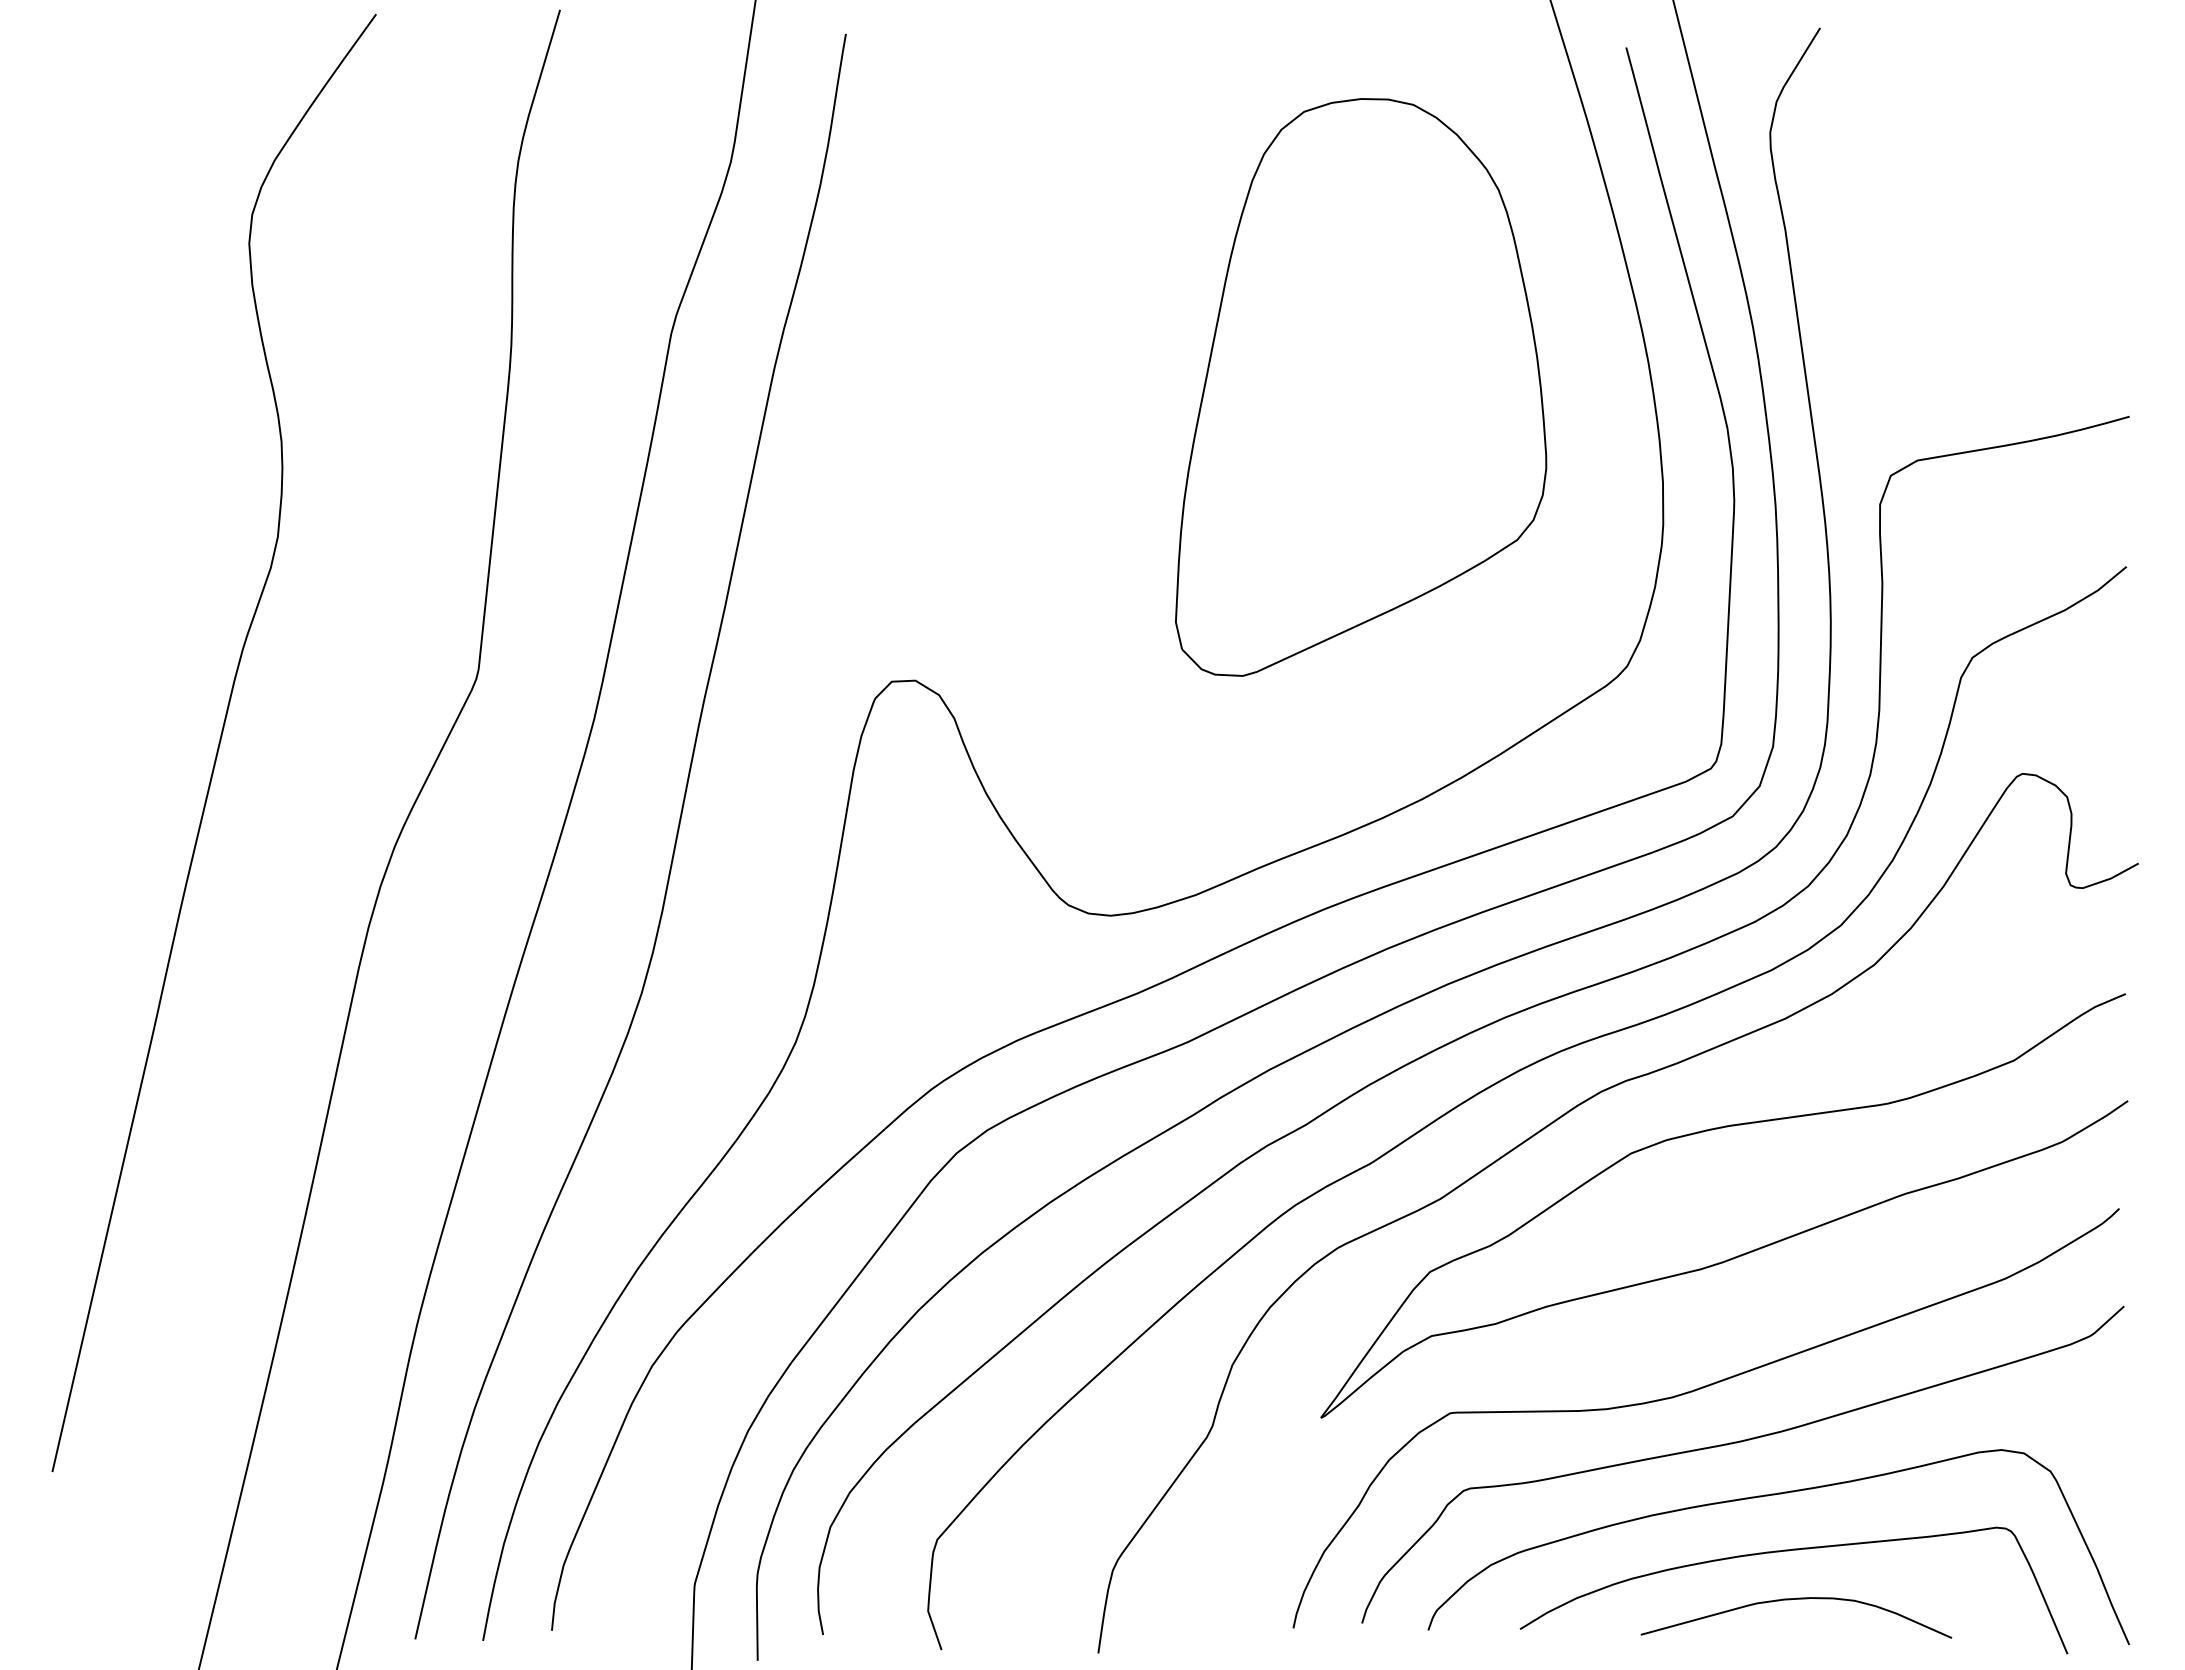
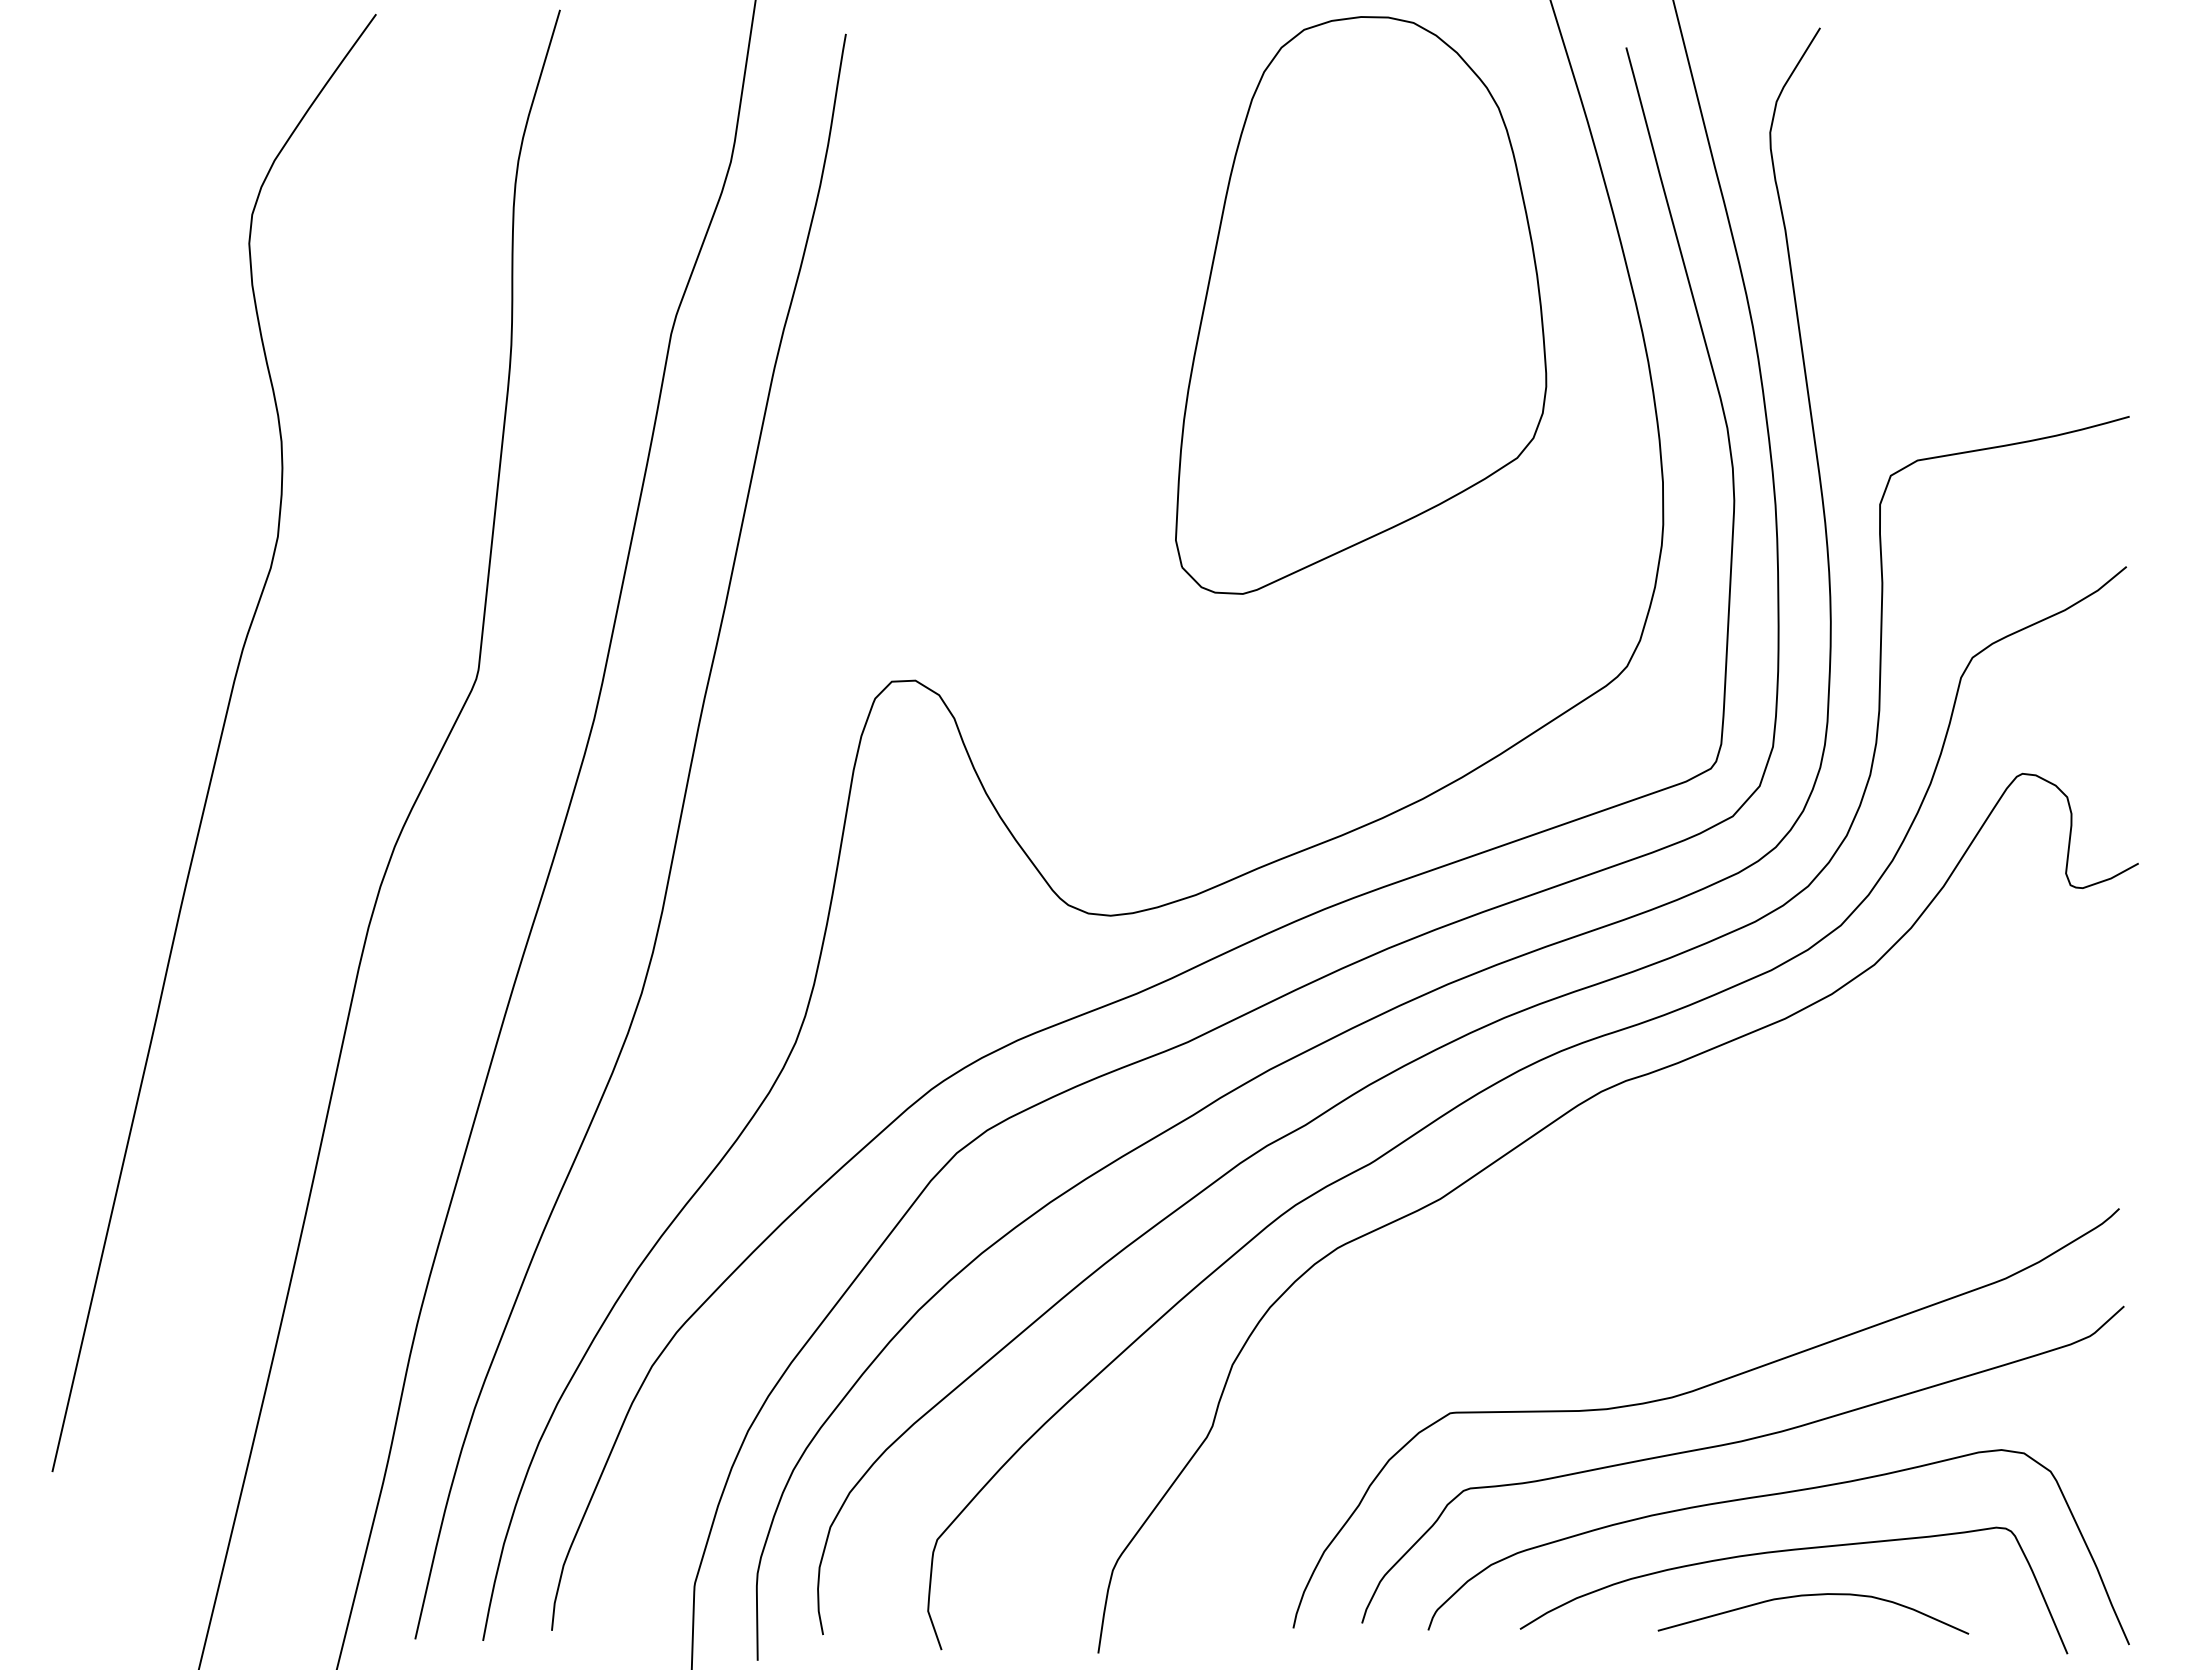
part at (1361, 387) position: (1361, 387) -> (1361, 305)
curve at (1745, 1252): present -> none
curve at (1796, 1599) position: (1796, 1599) -> (1813, 1595)
